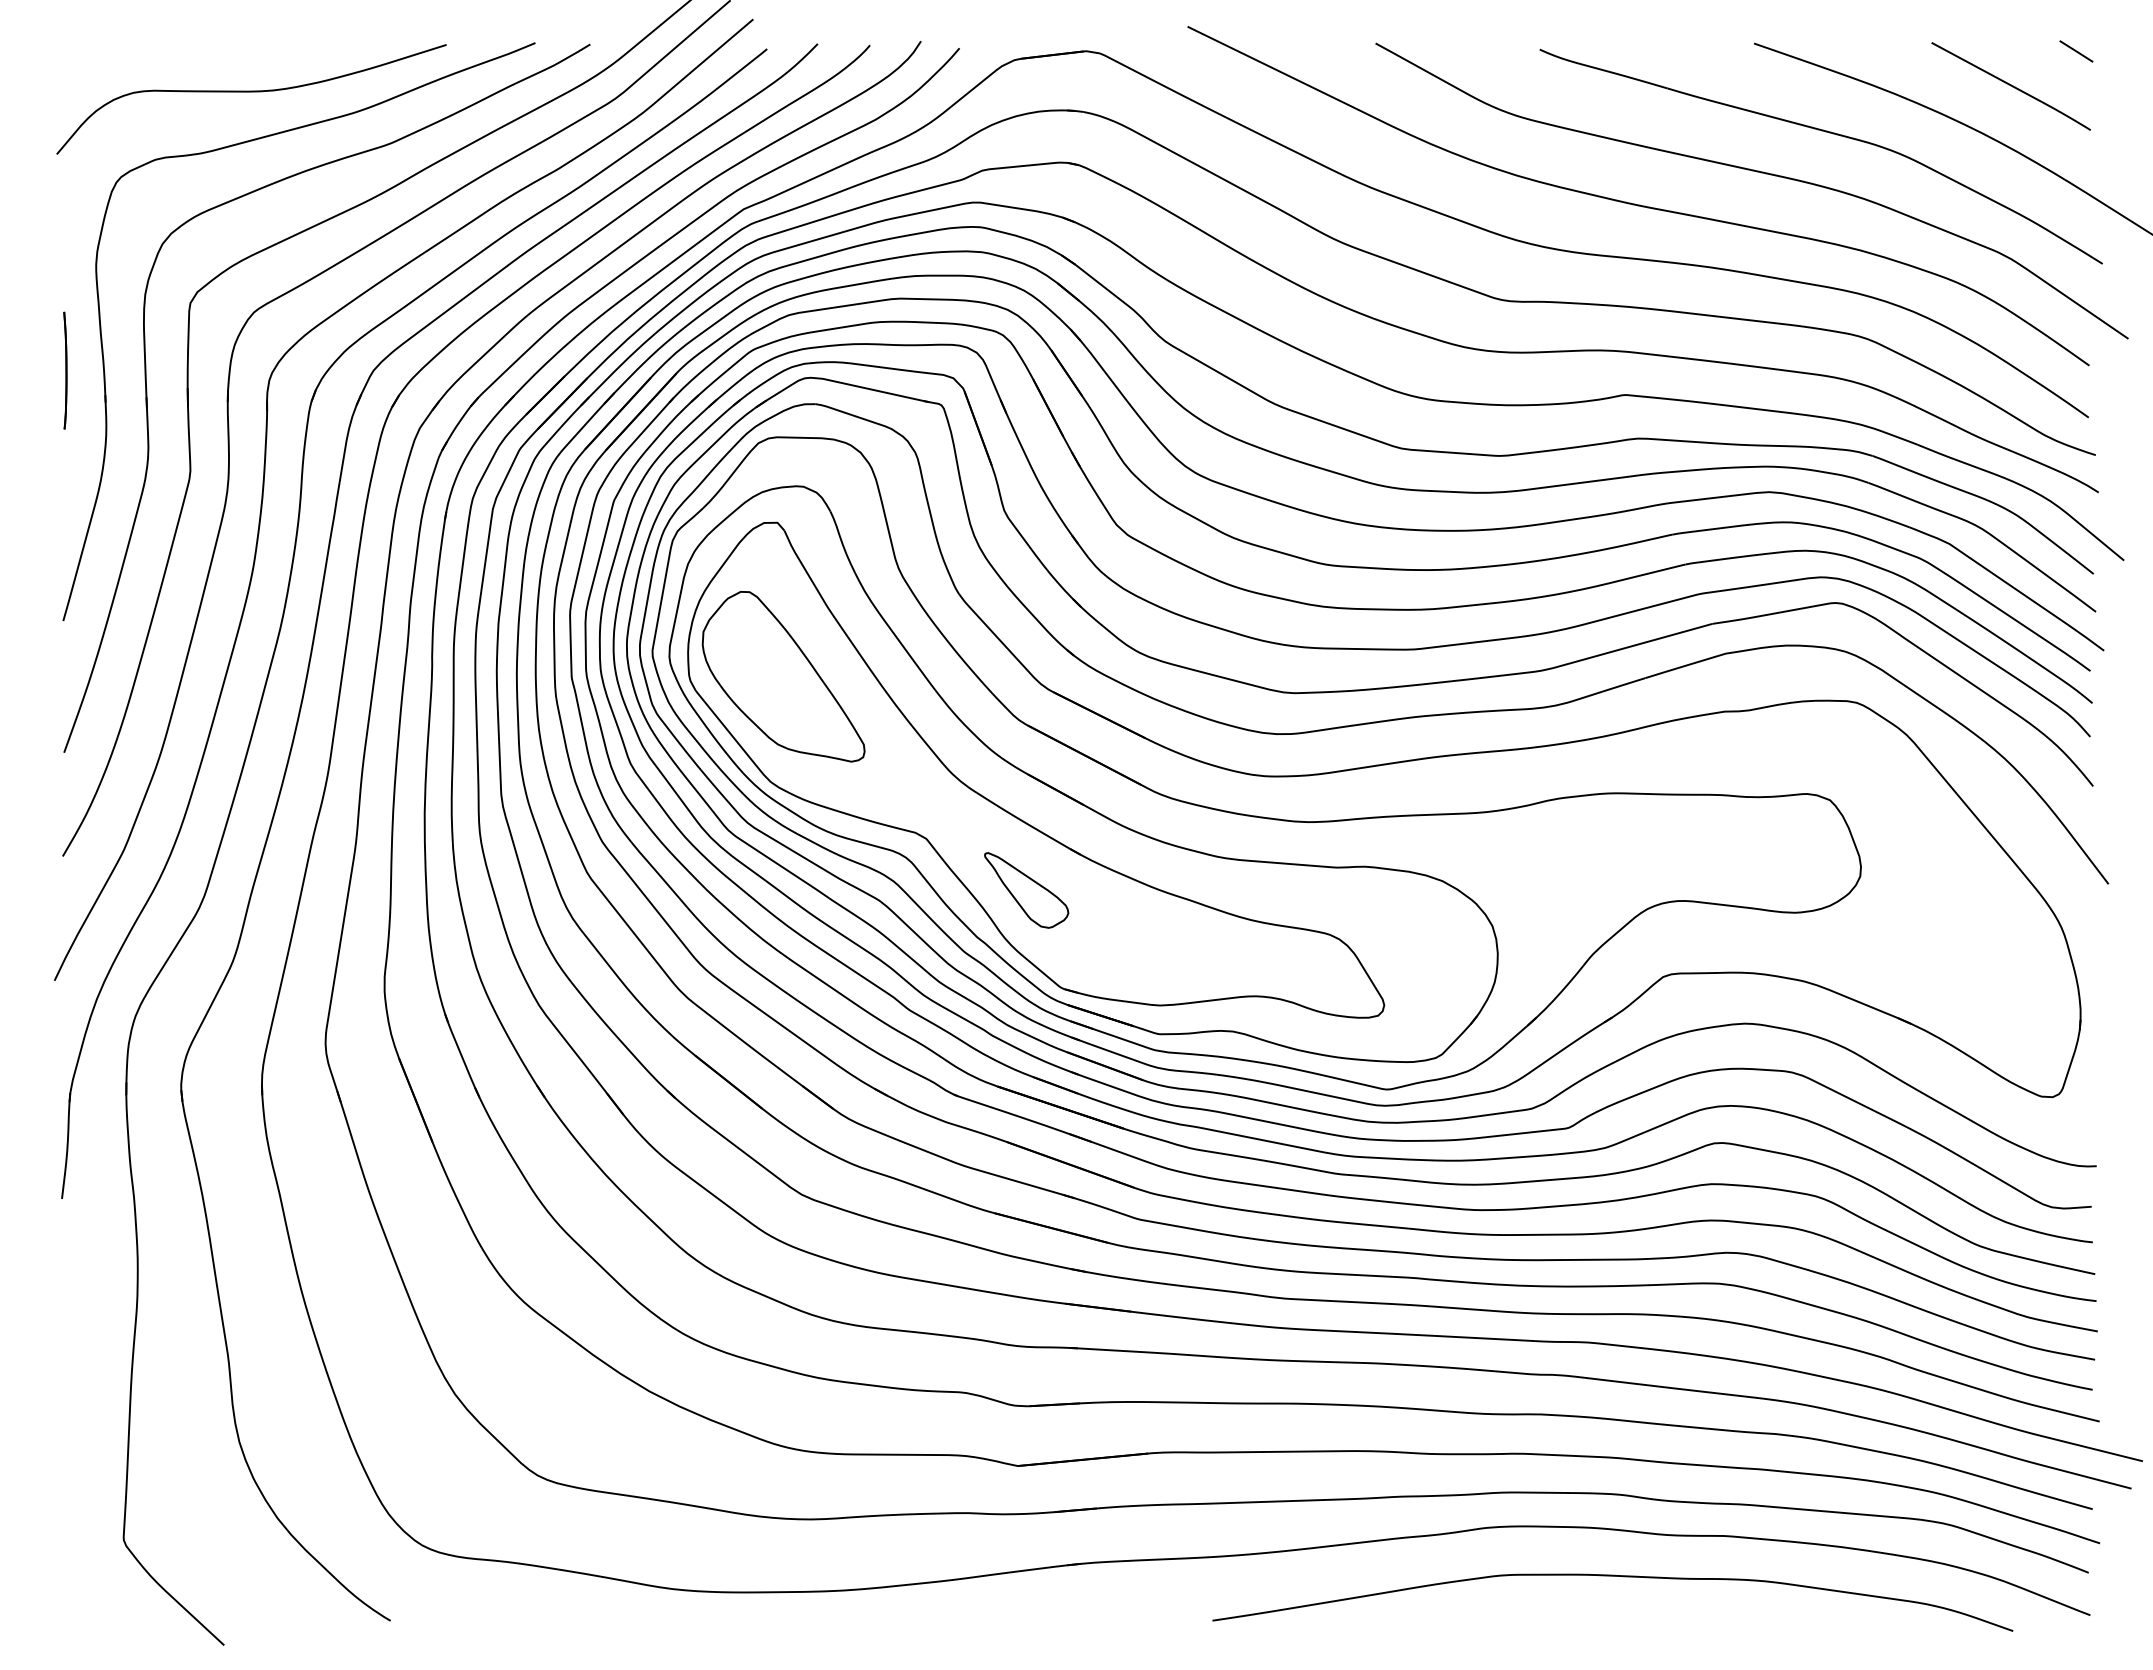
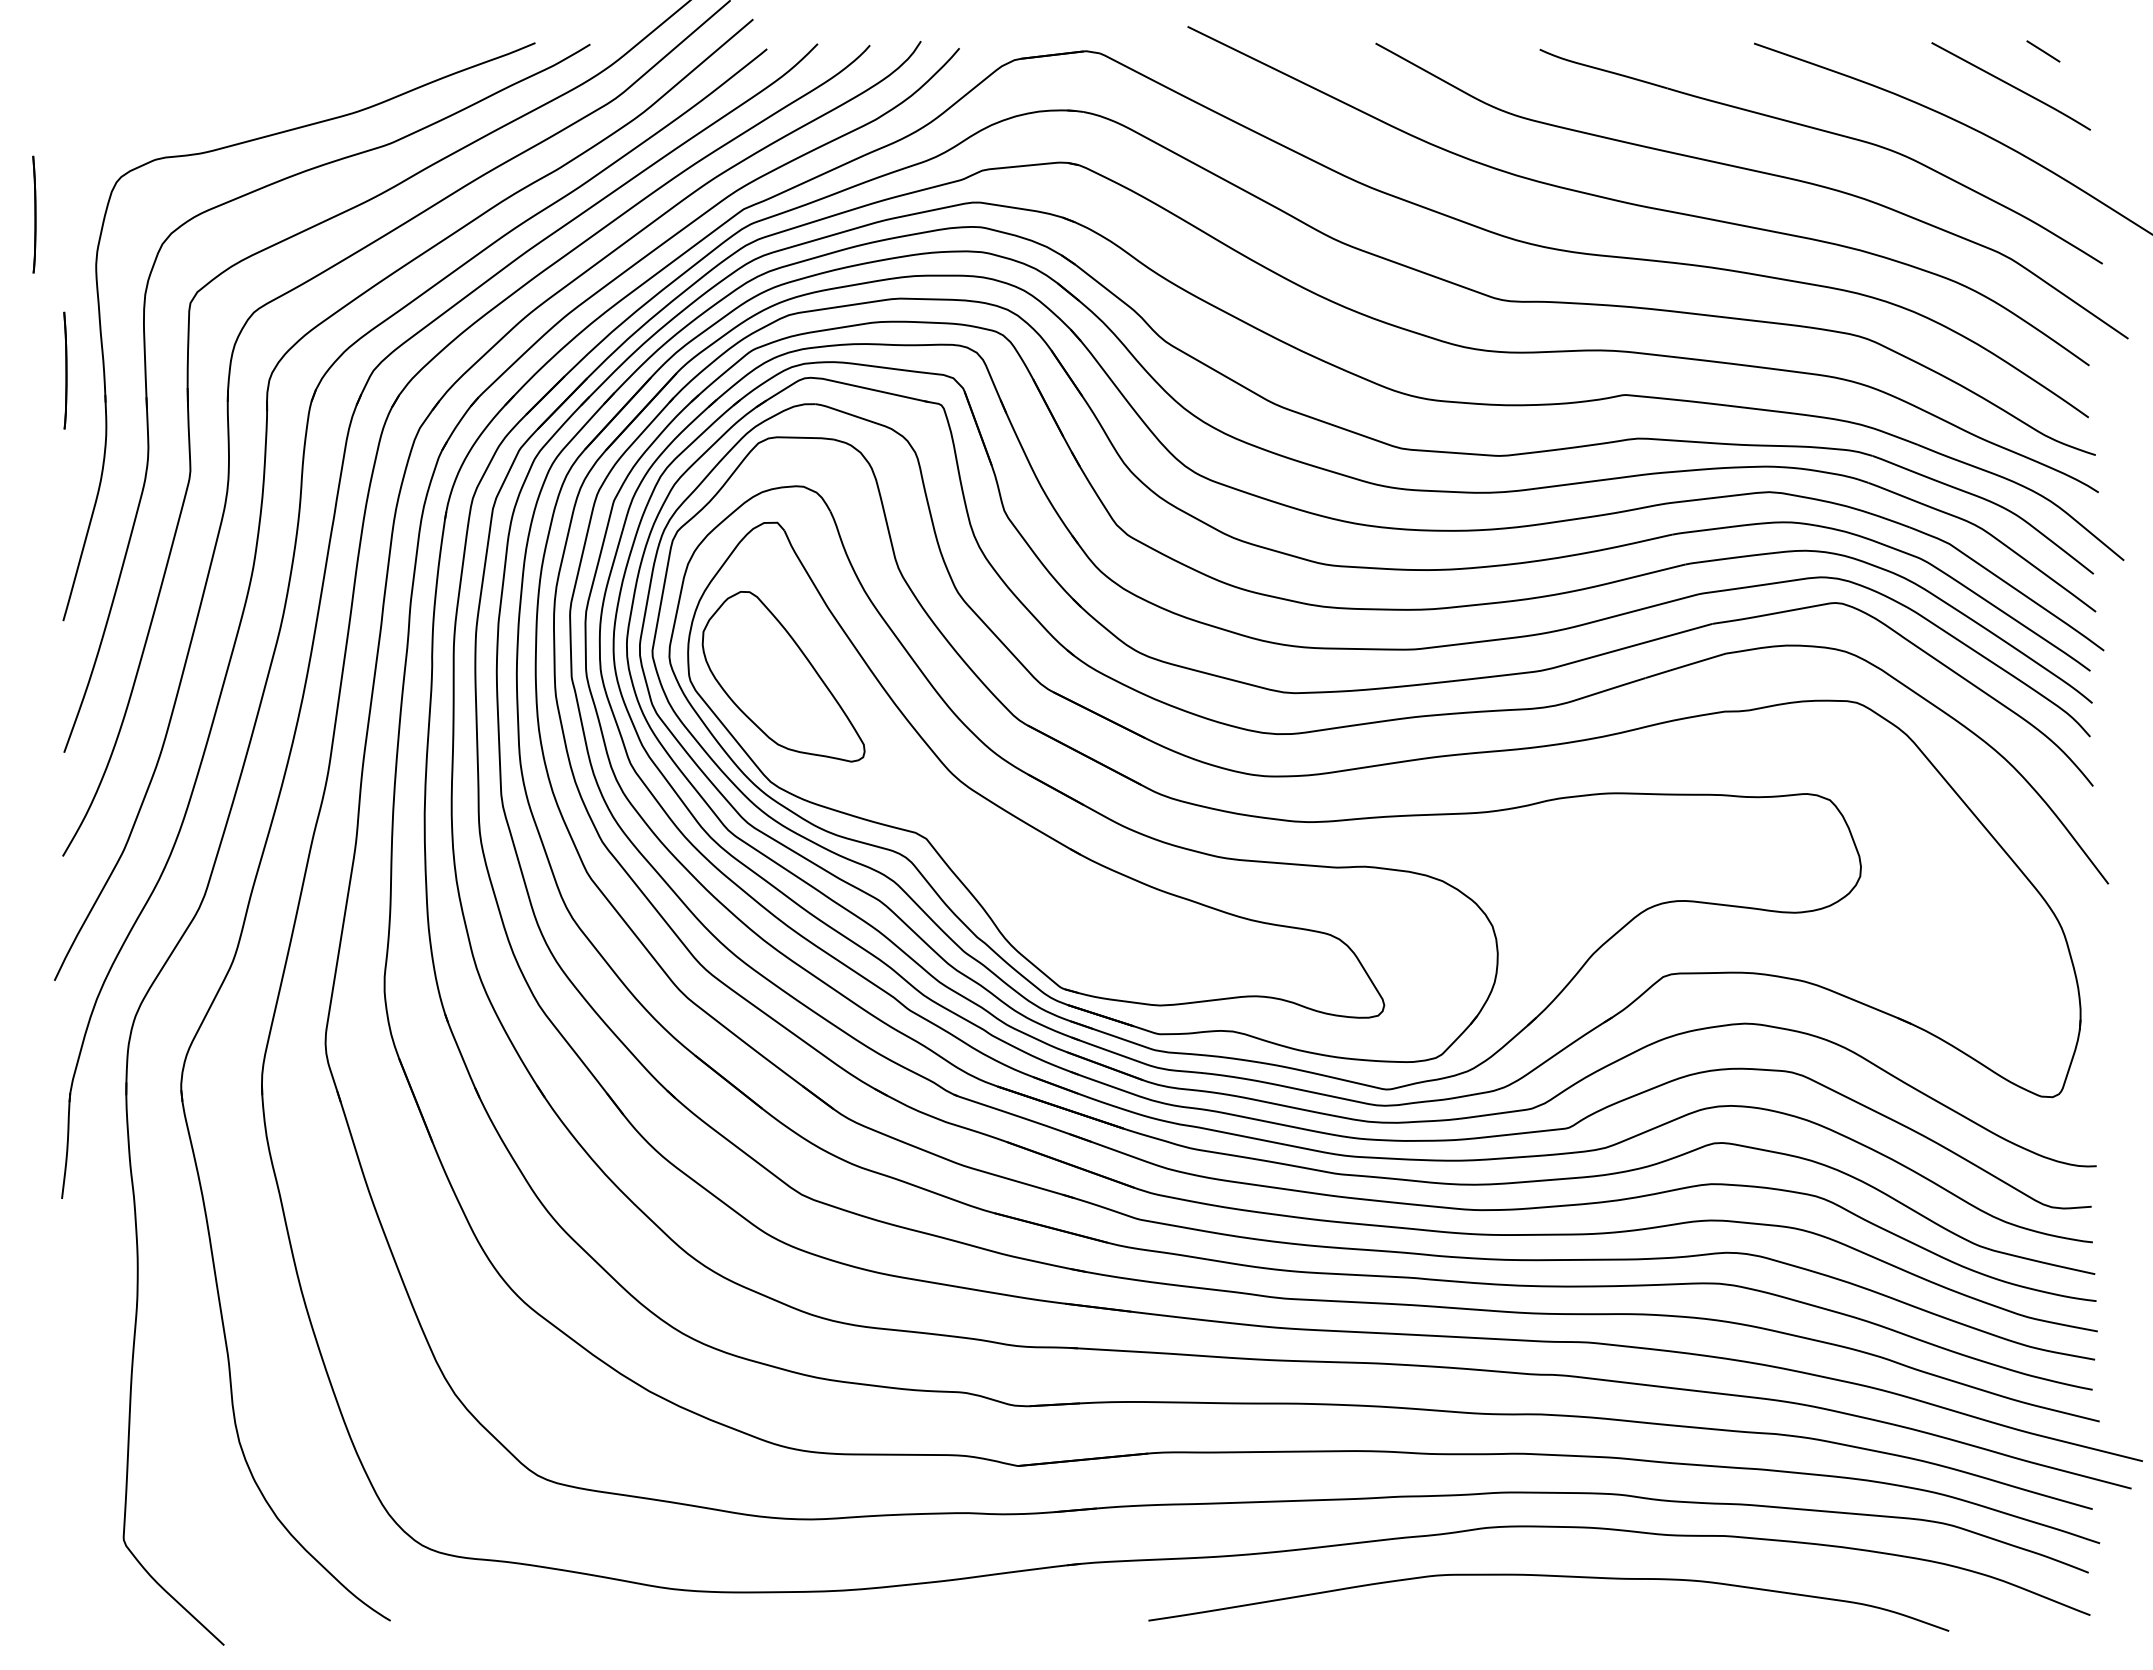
line at (2076, 51) position: (2076, 51) -> (2043, 51)
curve at (251, 92): present -> none
part at (34, 214): none -> present
part at (1026, 890): present -> none
curve at (1612, 1576) position: (1612, 1576) -> (1548, 1576)
